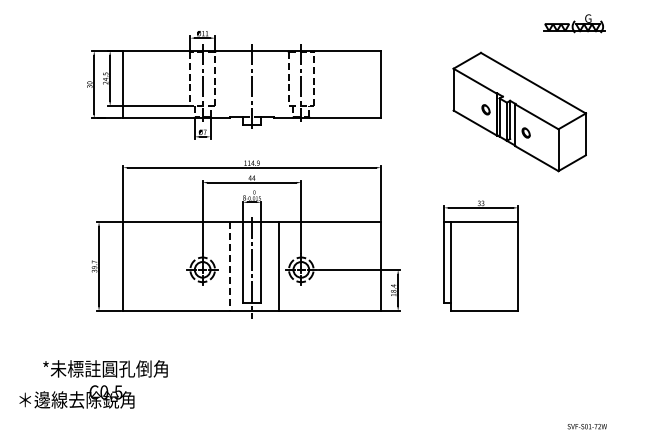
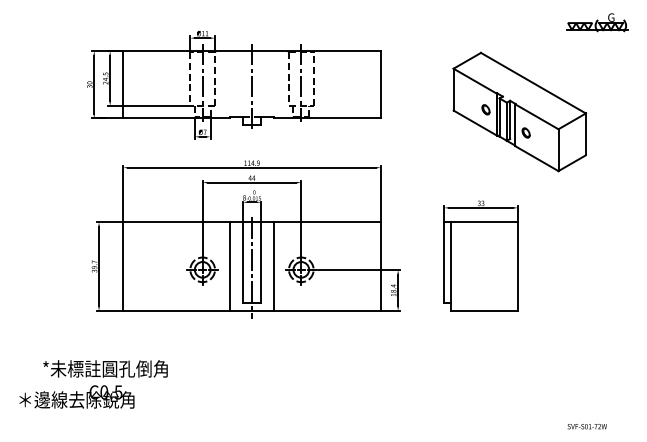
part at (574, 23) position: (574, 23) -> (597, 22)
line at (279, 266) position: (279, 266) -> (274, 266)
line at (229, 267): dashed -> solid
